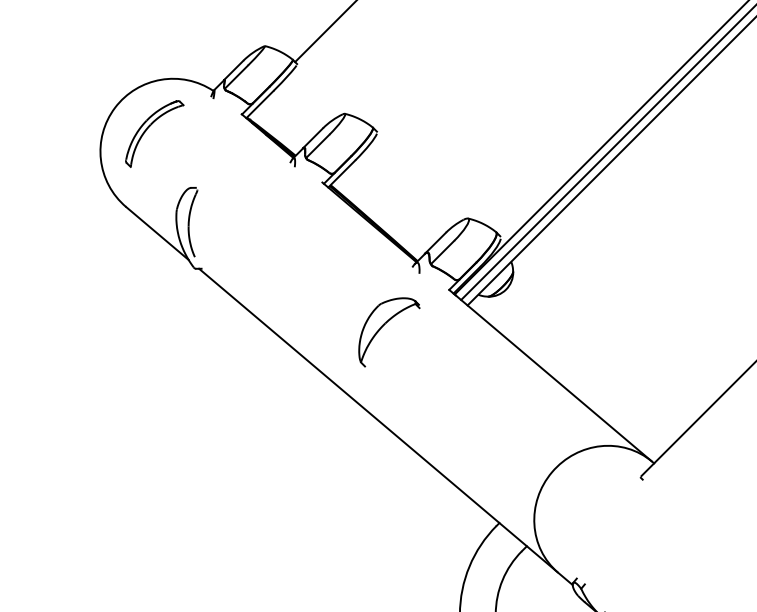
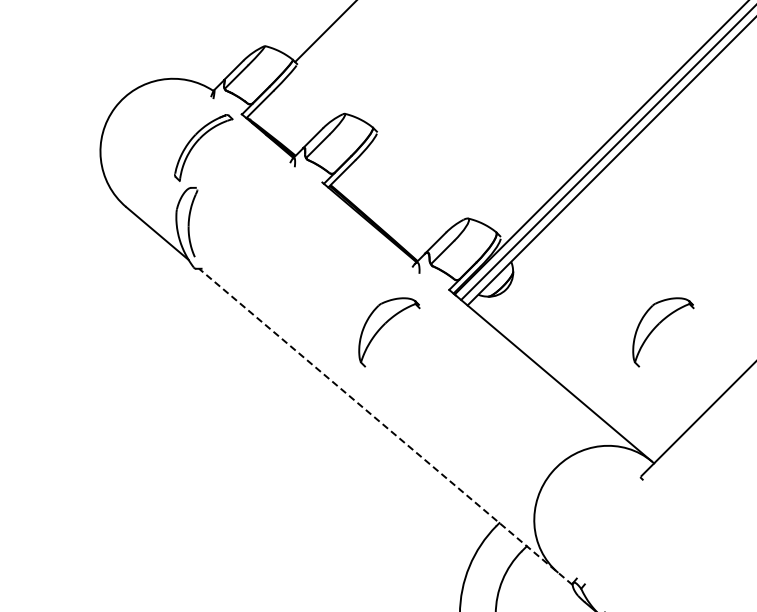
part at (149, 127) position: (149, 127) -> (198, 141)
part at (657, 326): none -> present
line at (385, 426): solid -> dashed
